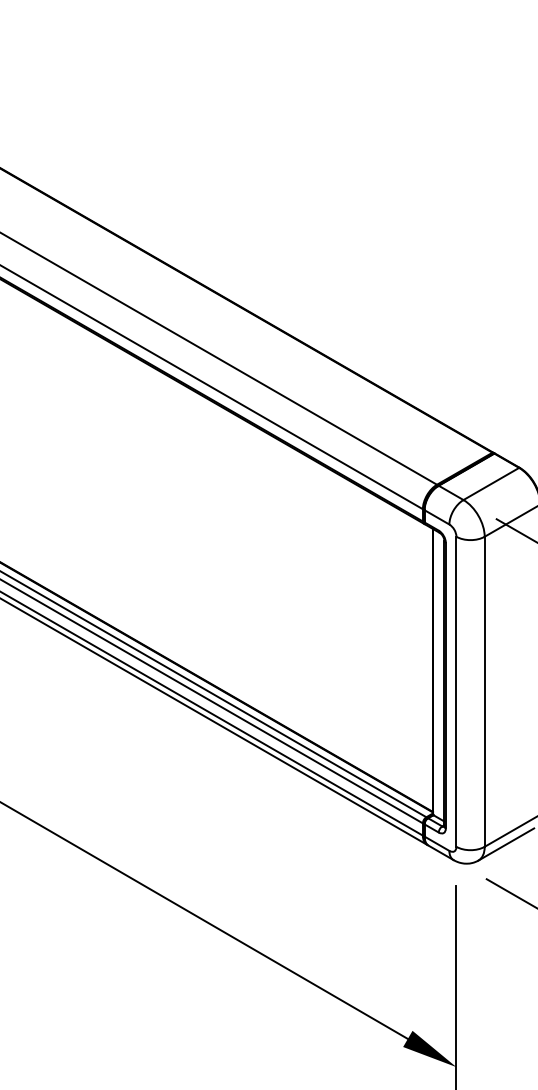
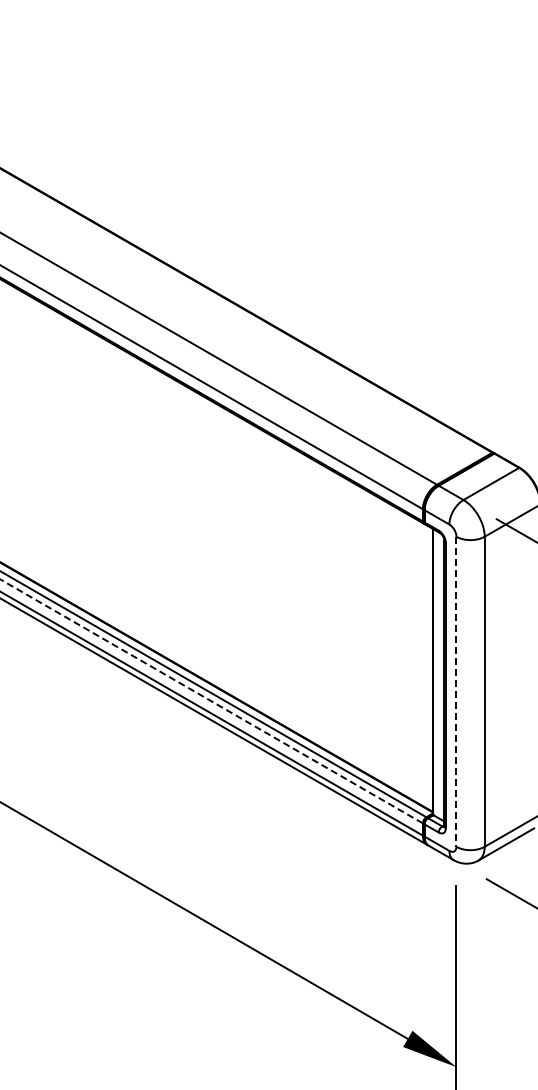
line at (456, 692): solid -> dashed
line at (211, 701): solid -> dashed
